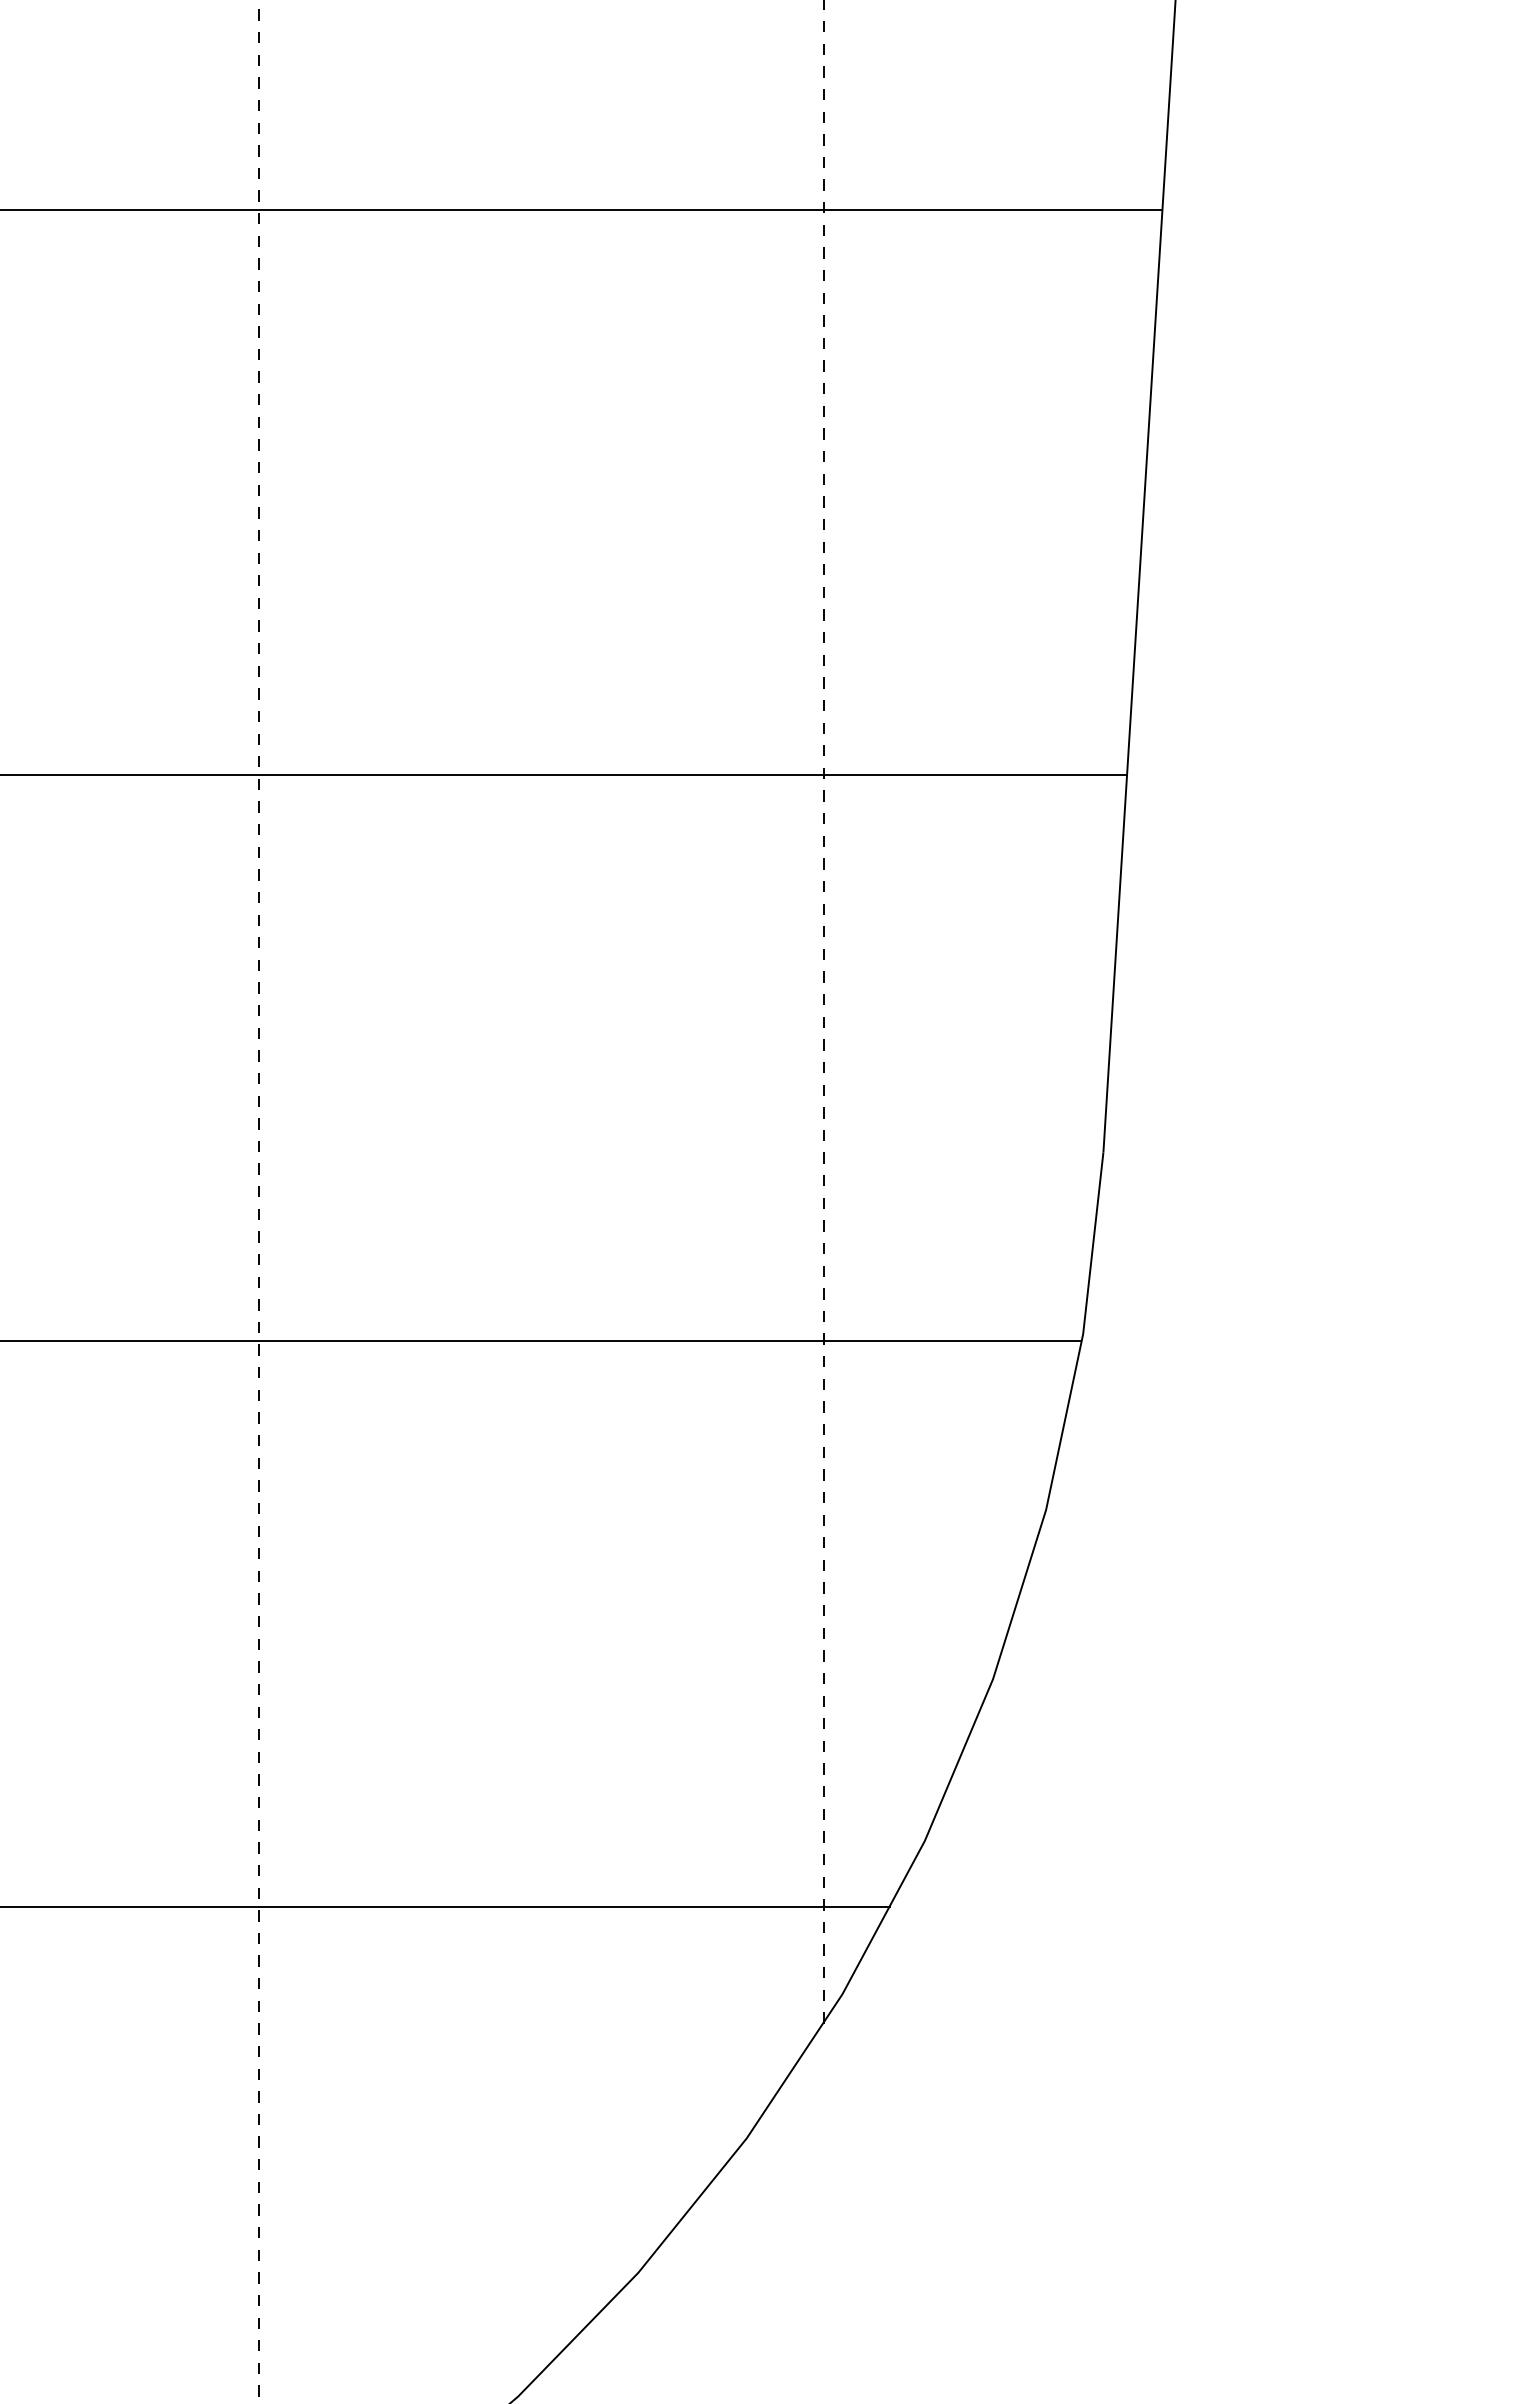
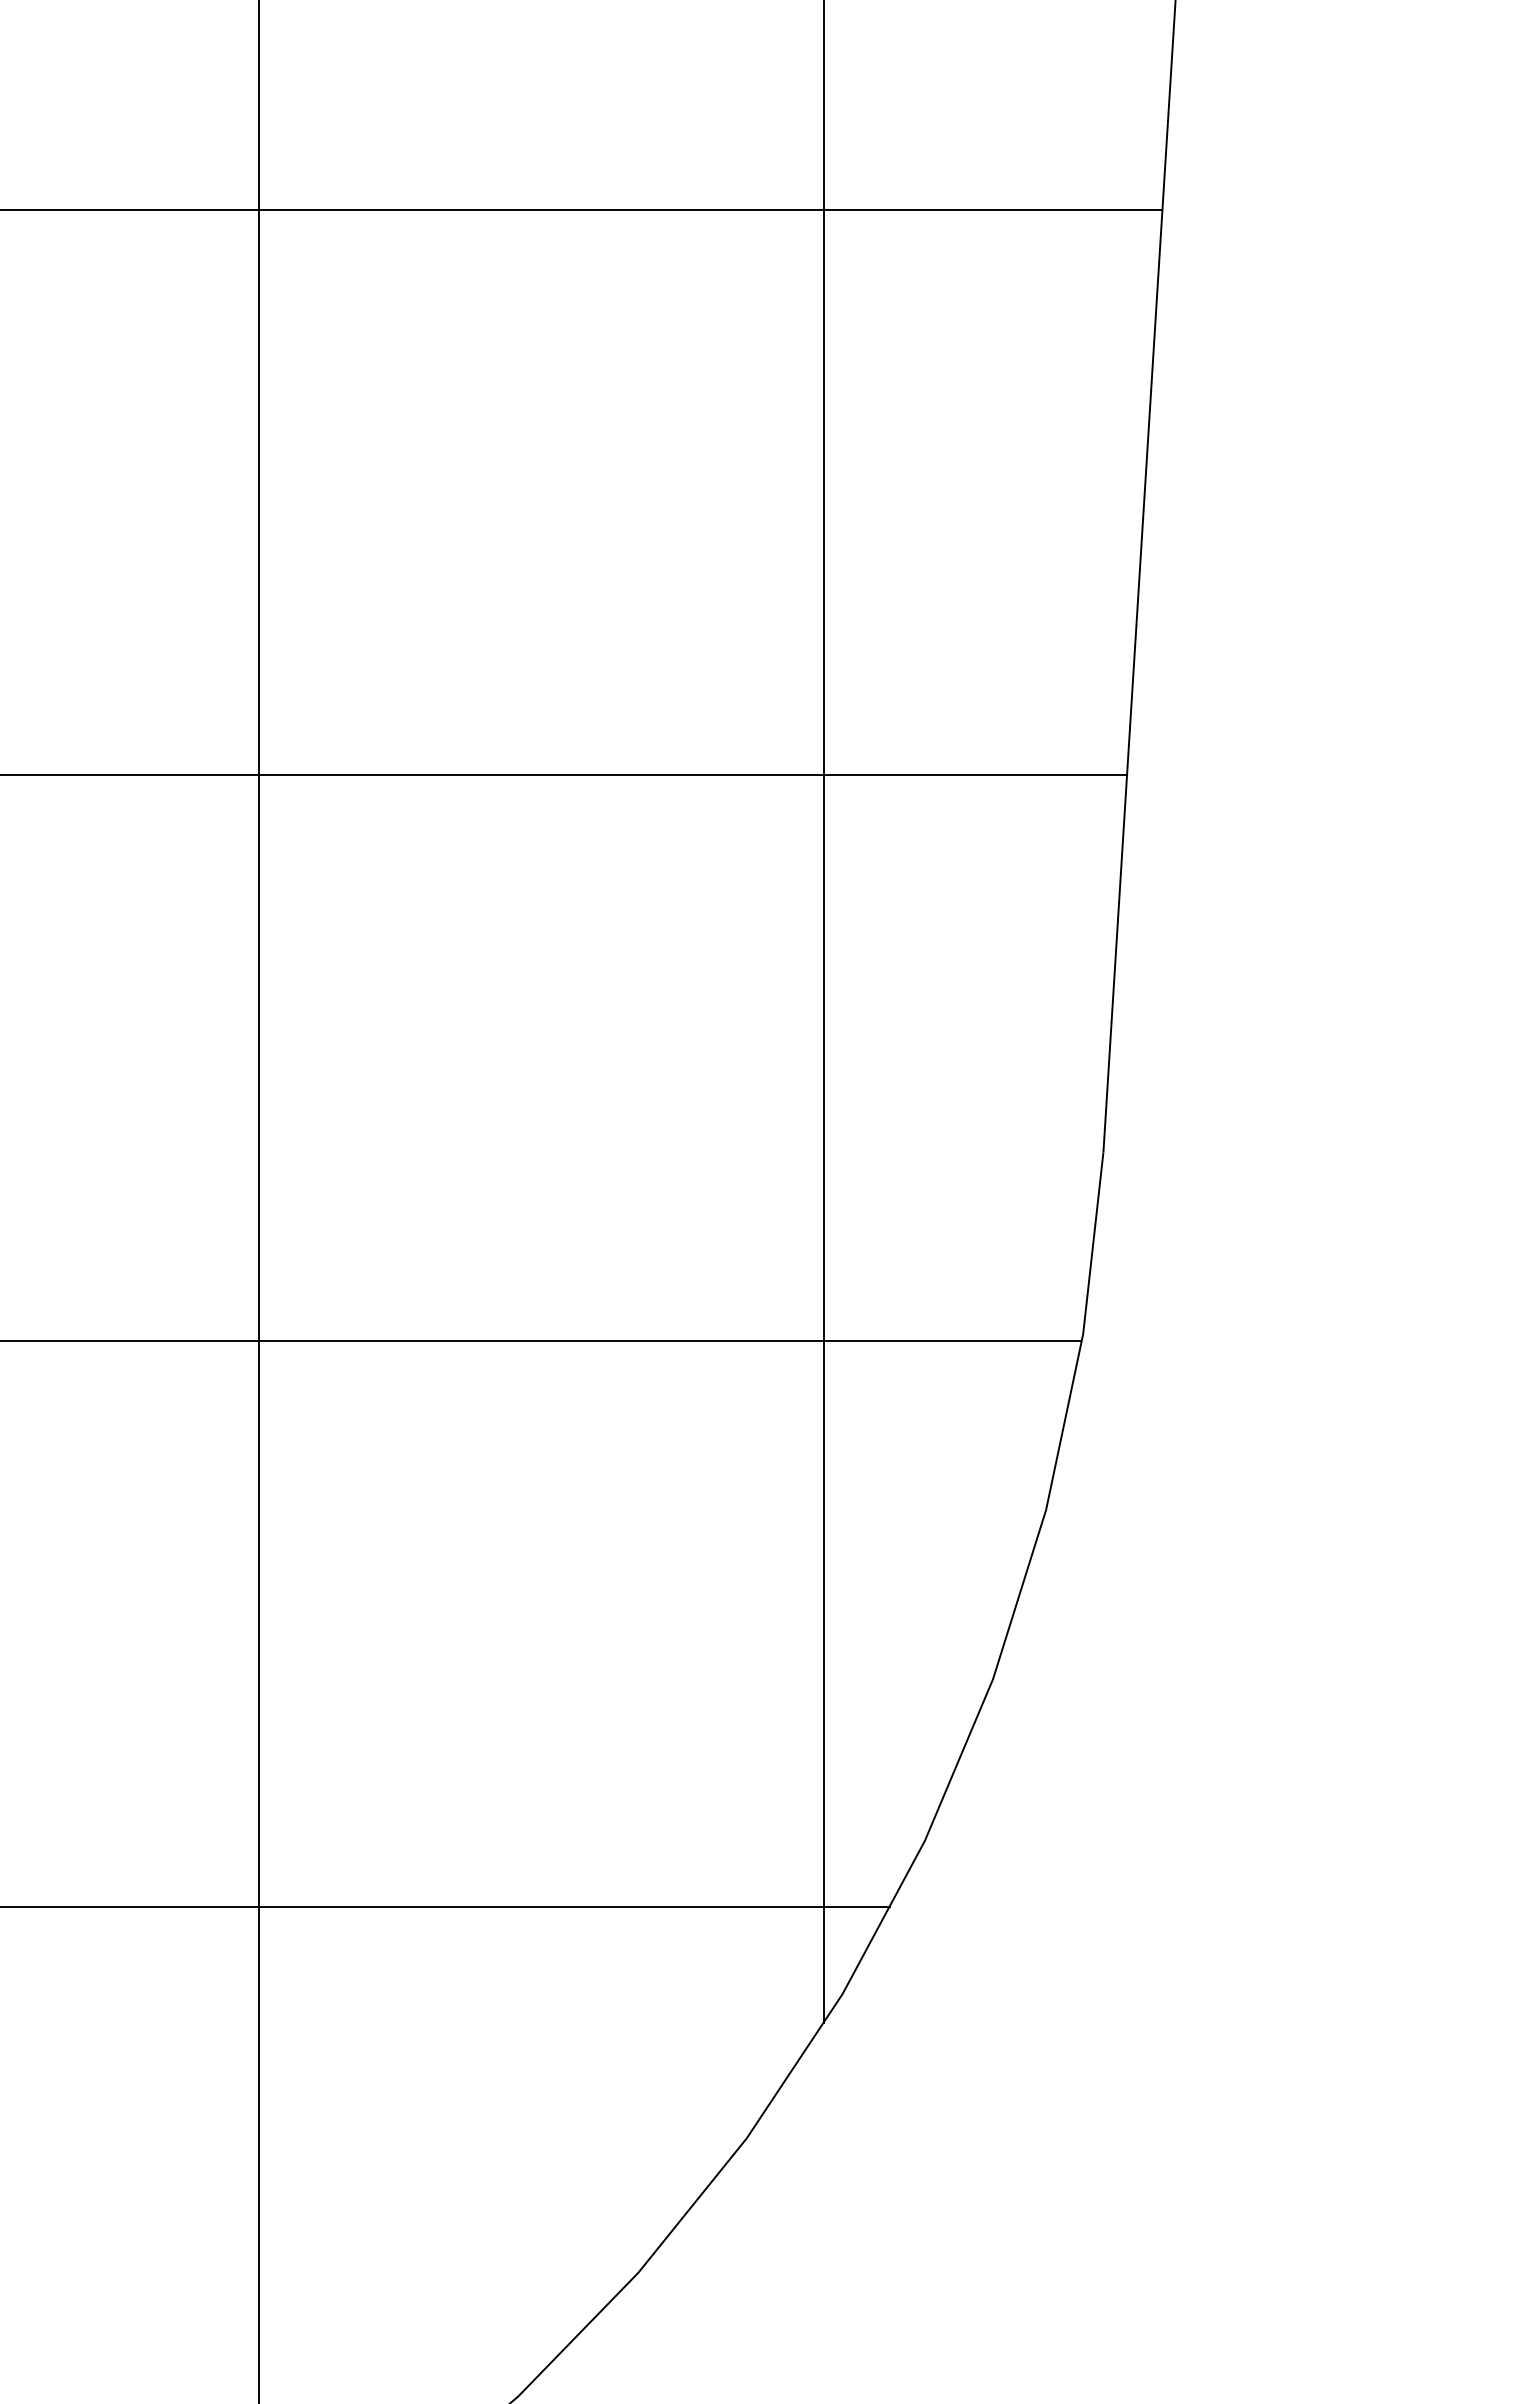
line at (824, 1012): dashed -> solid
line at (258, 1202): dashed -> solid
